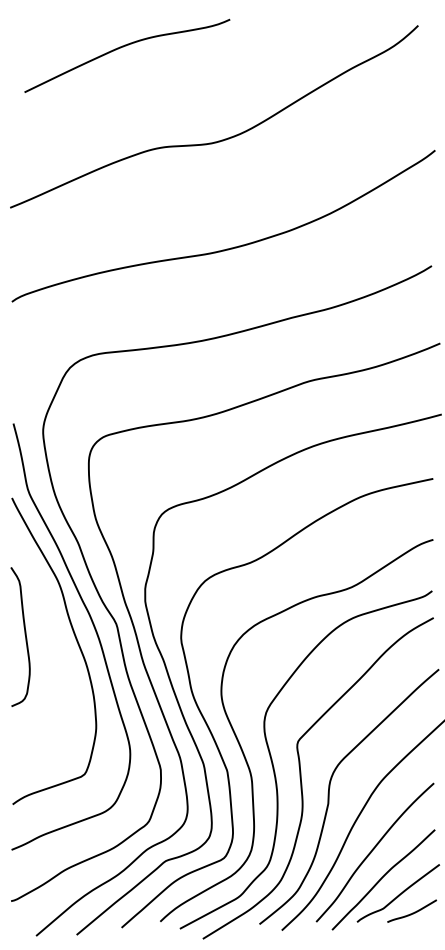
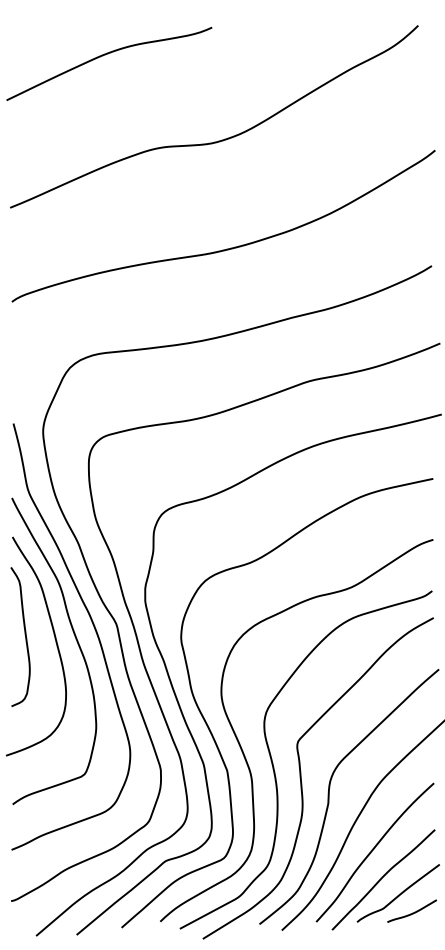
curve at (123, 47) position: (123, 47) -> (105, 55)
curve at (55, 642): none -> present
